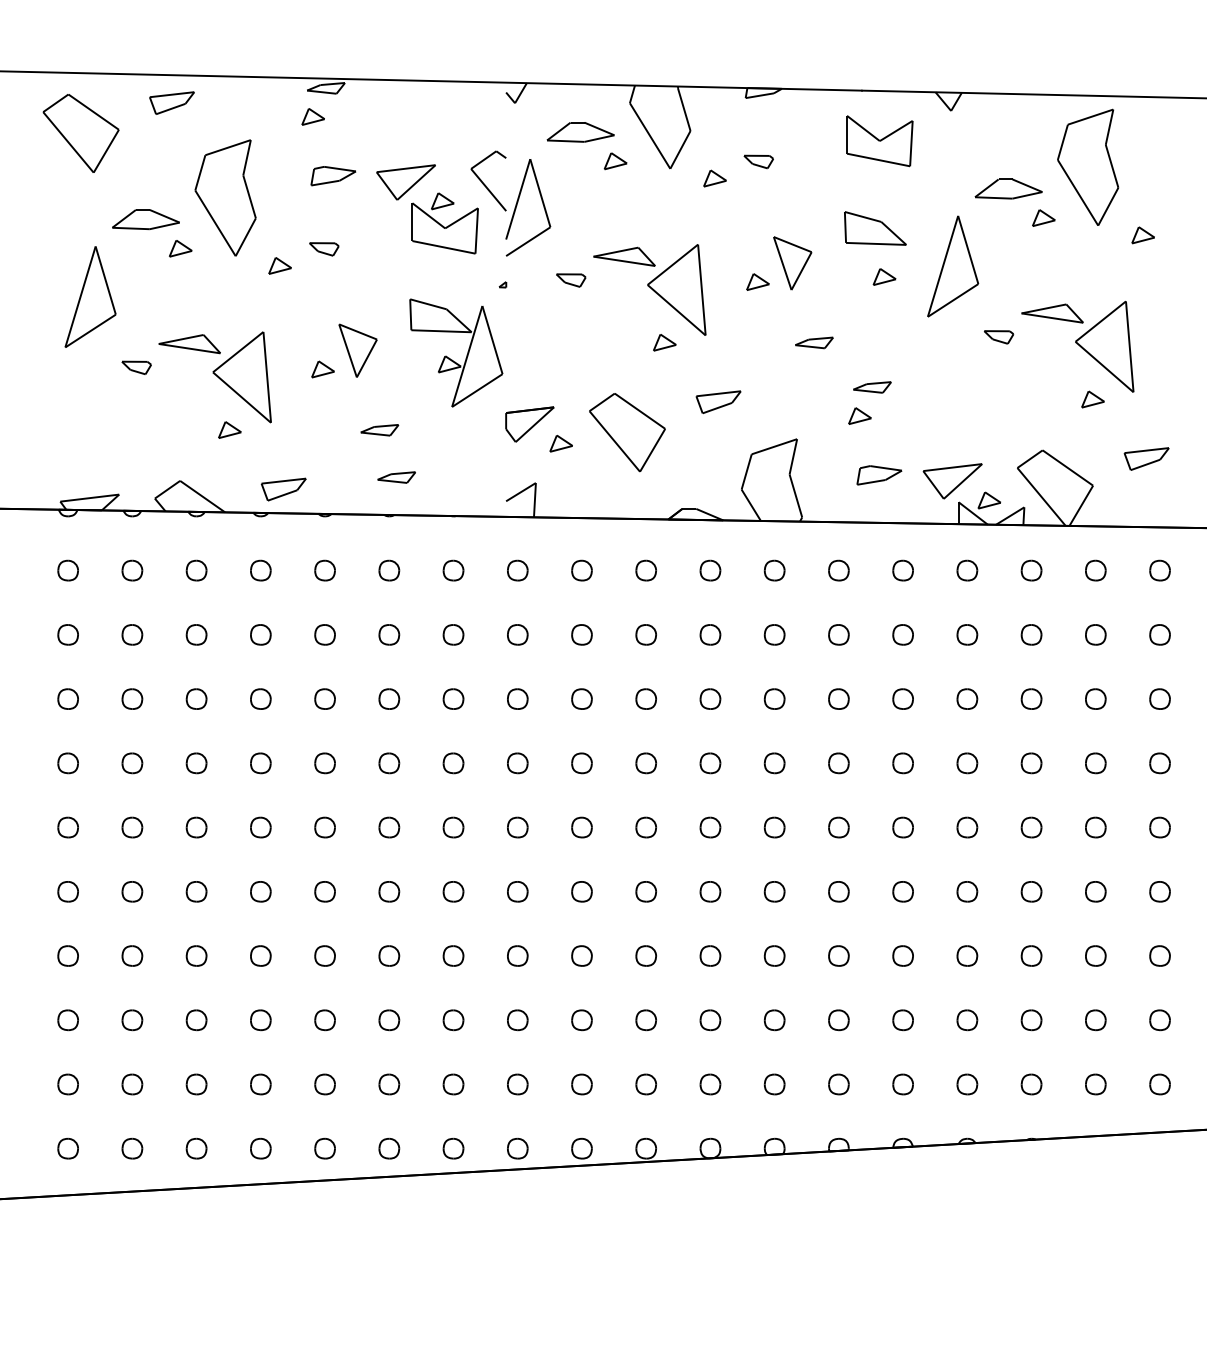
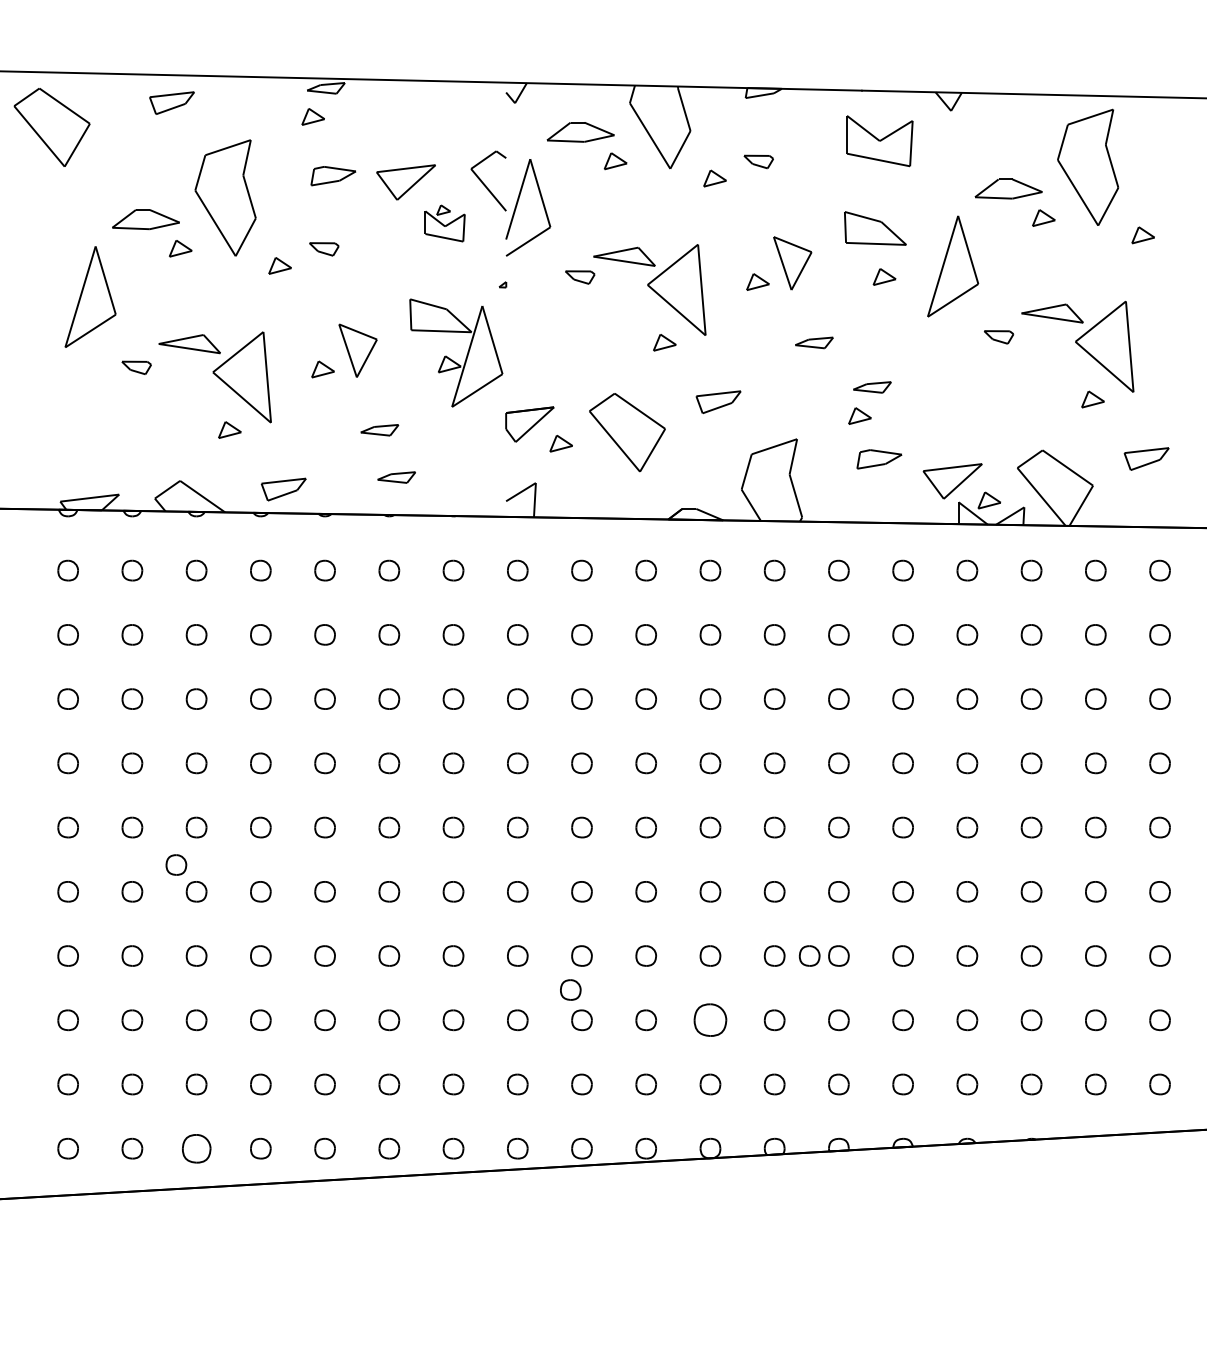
part at (80, 133) position: (80, 133) -> (51, 127)
part at (444, 223) size: 68x63 px -> 42x39 px
part at (571, 280) position: (571, 280) -> (580, 277)
part at (879, 475) position: (879, 475) -> (879, 459)
part at (176, 864): none -> present
part at (809, 955): none -> present
part at (570, 989): none -> present
part at (710, 1020) size: 23x23 px -> 35x34 px
part at (196, 1148) size: 23x23 px -> 30x30 px
